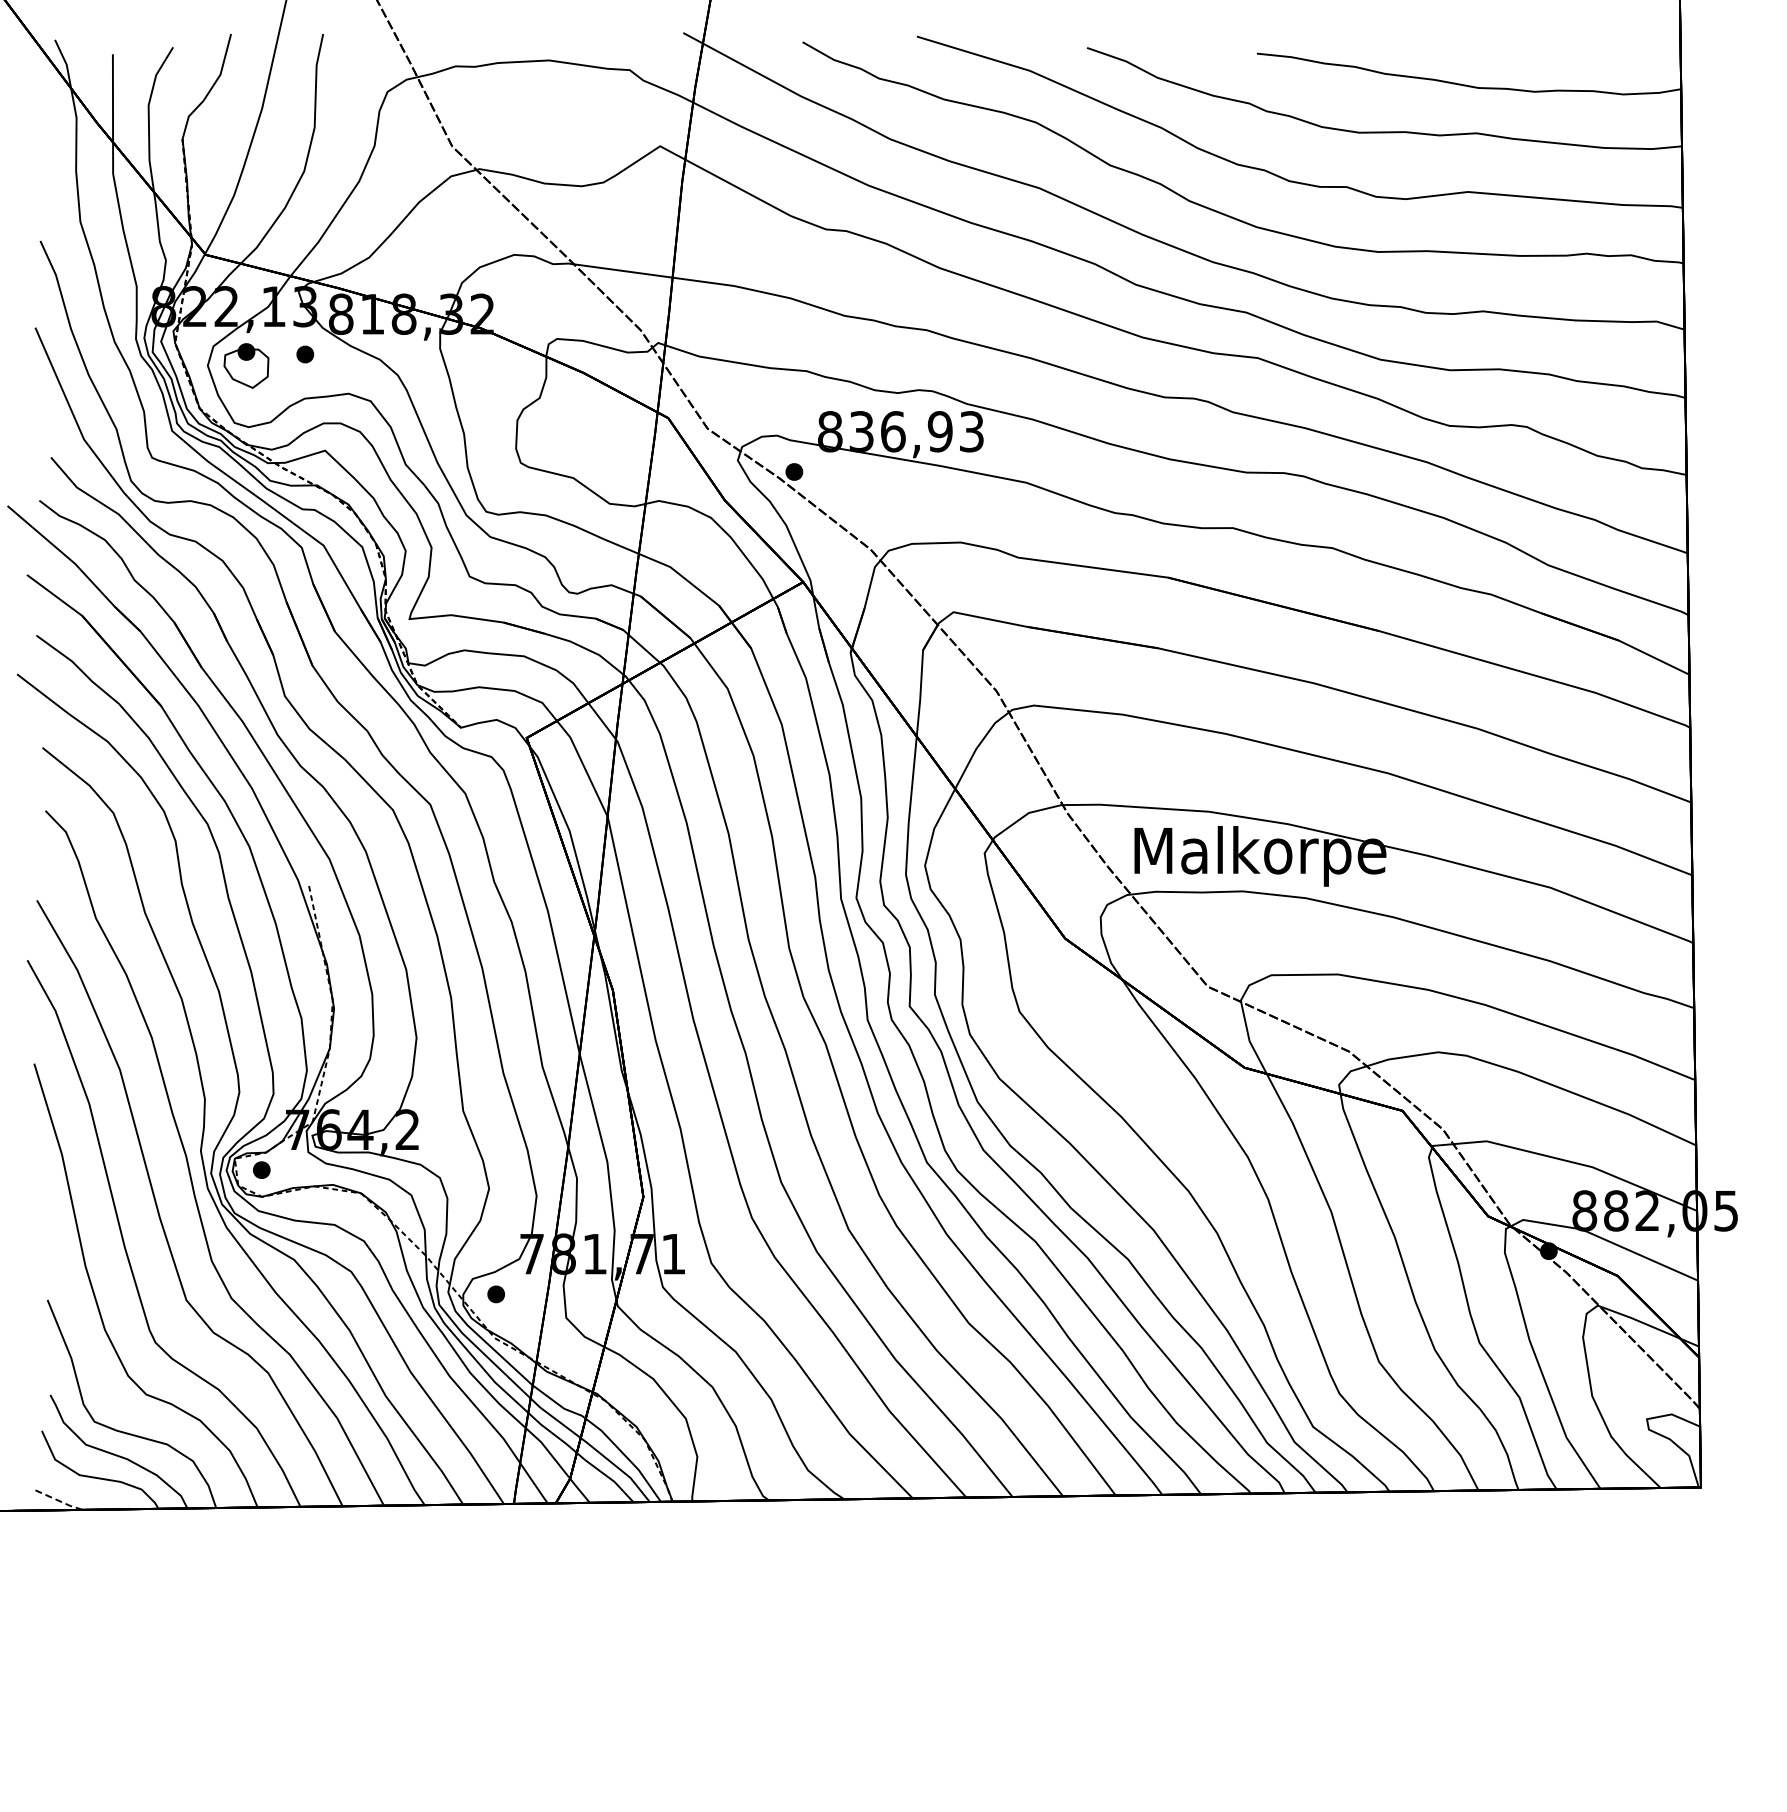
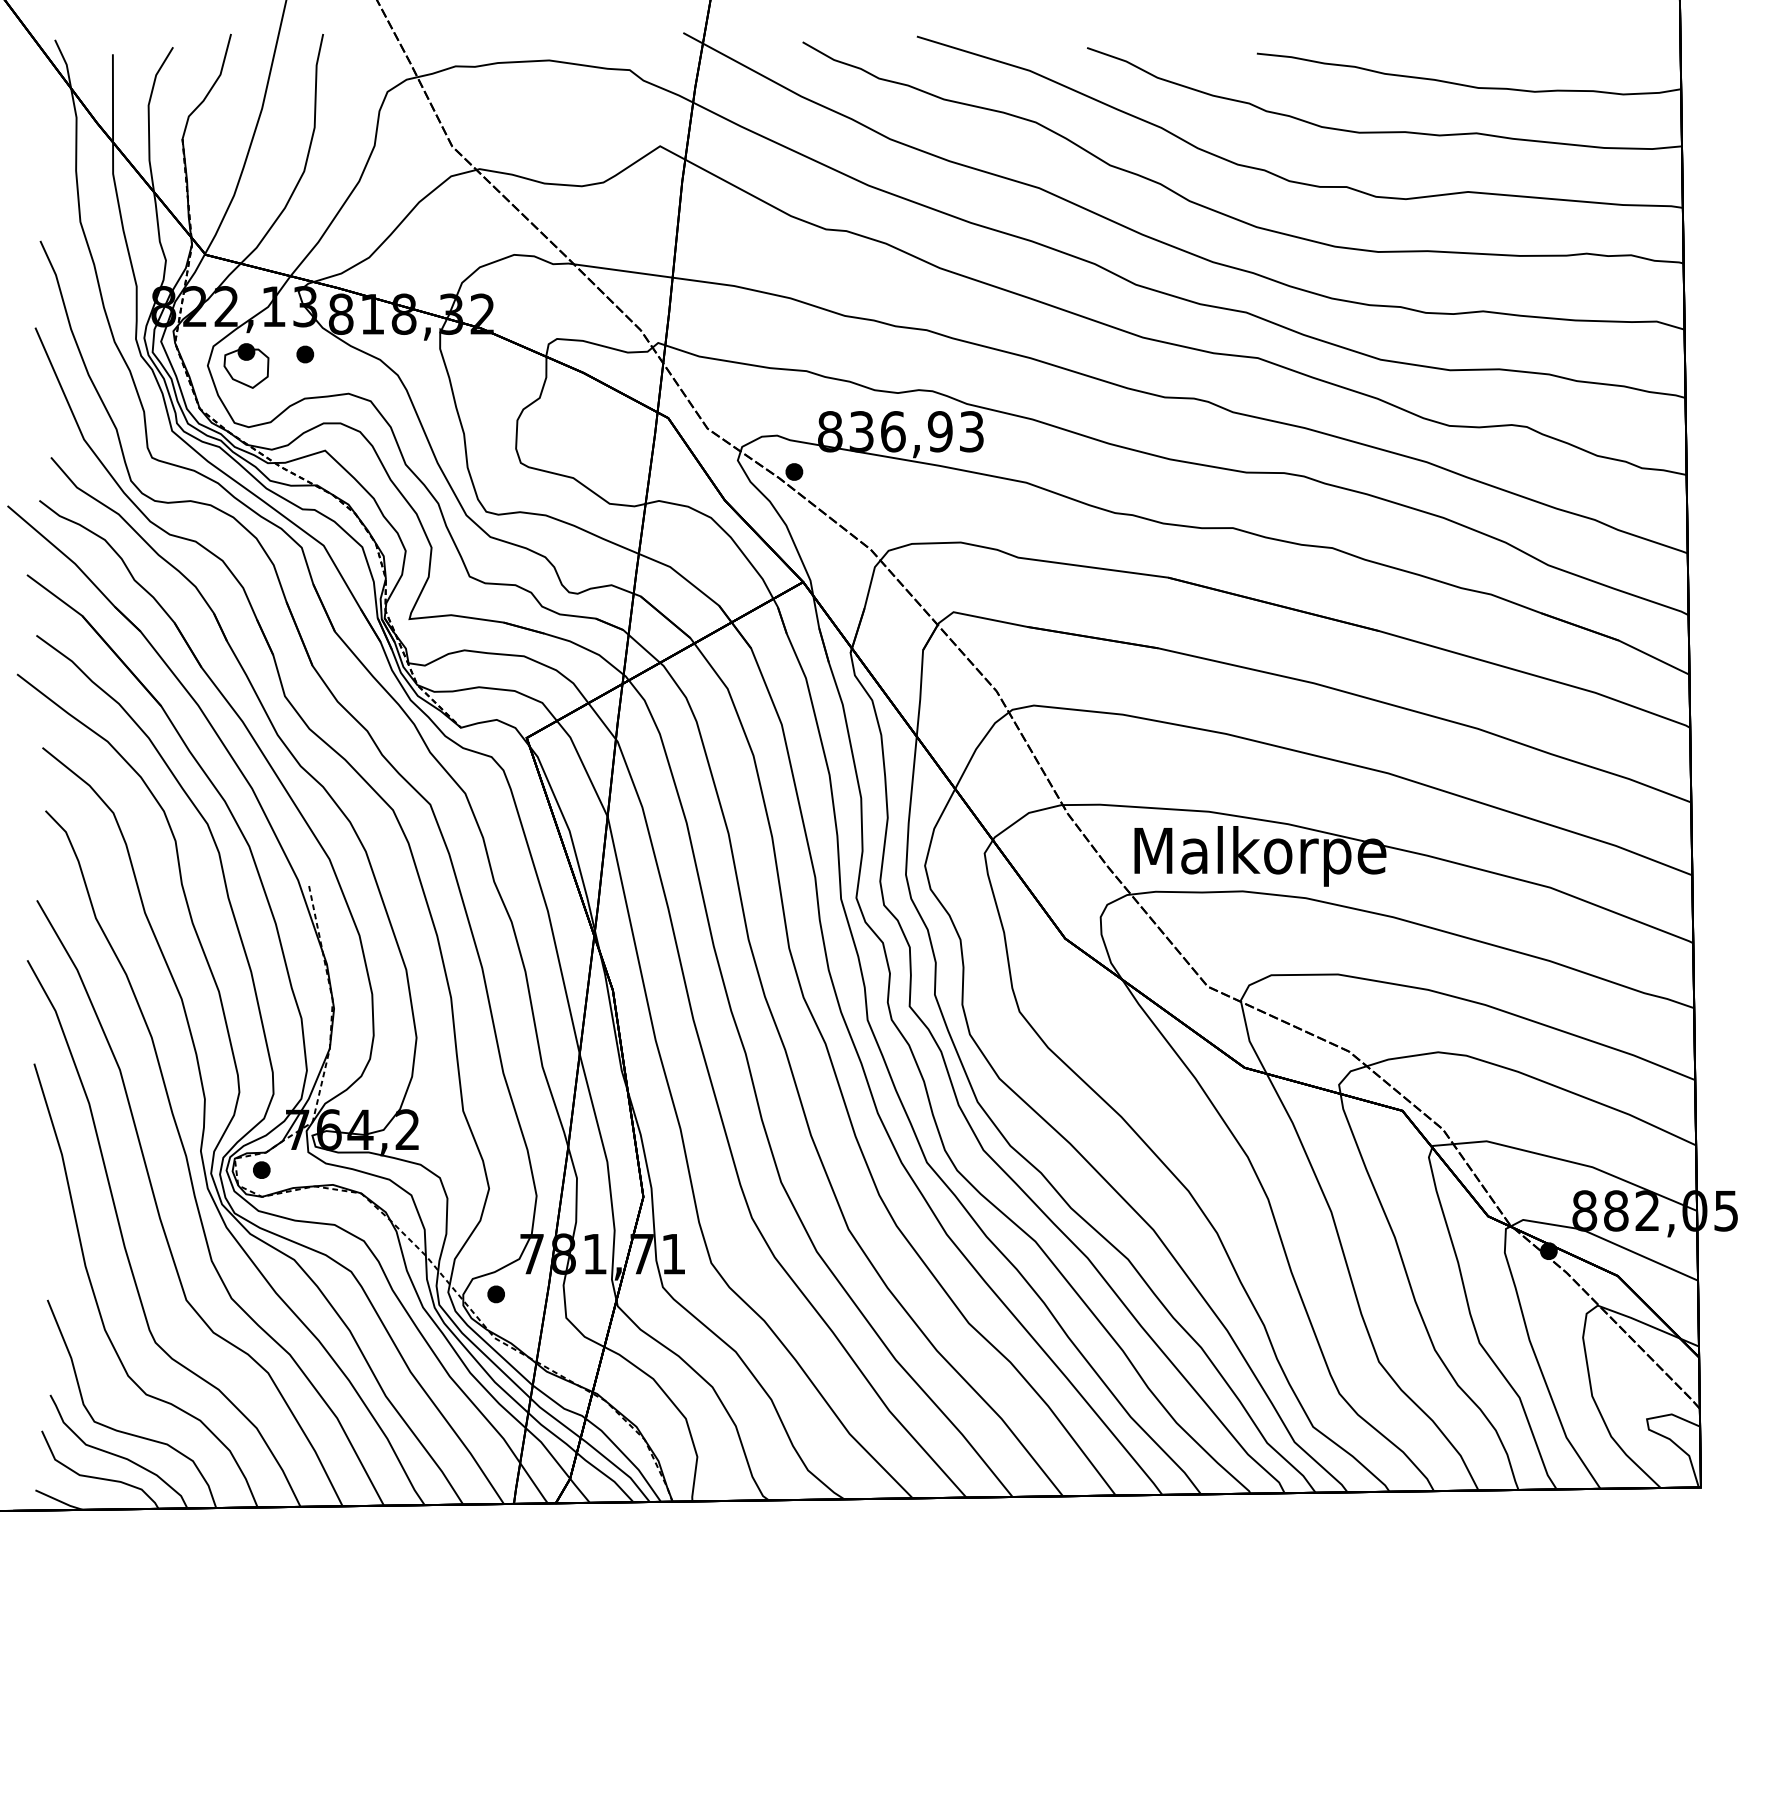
line at (59, 1501): dashed -> solid
